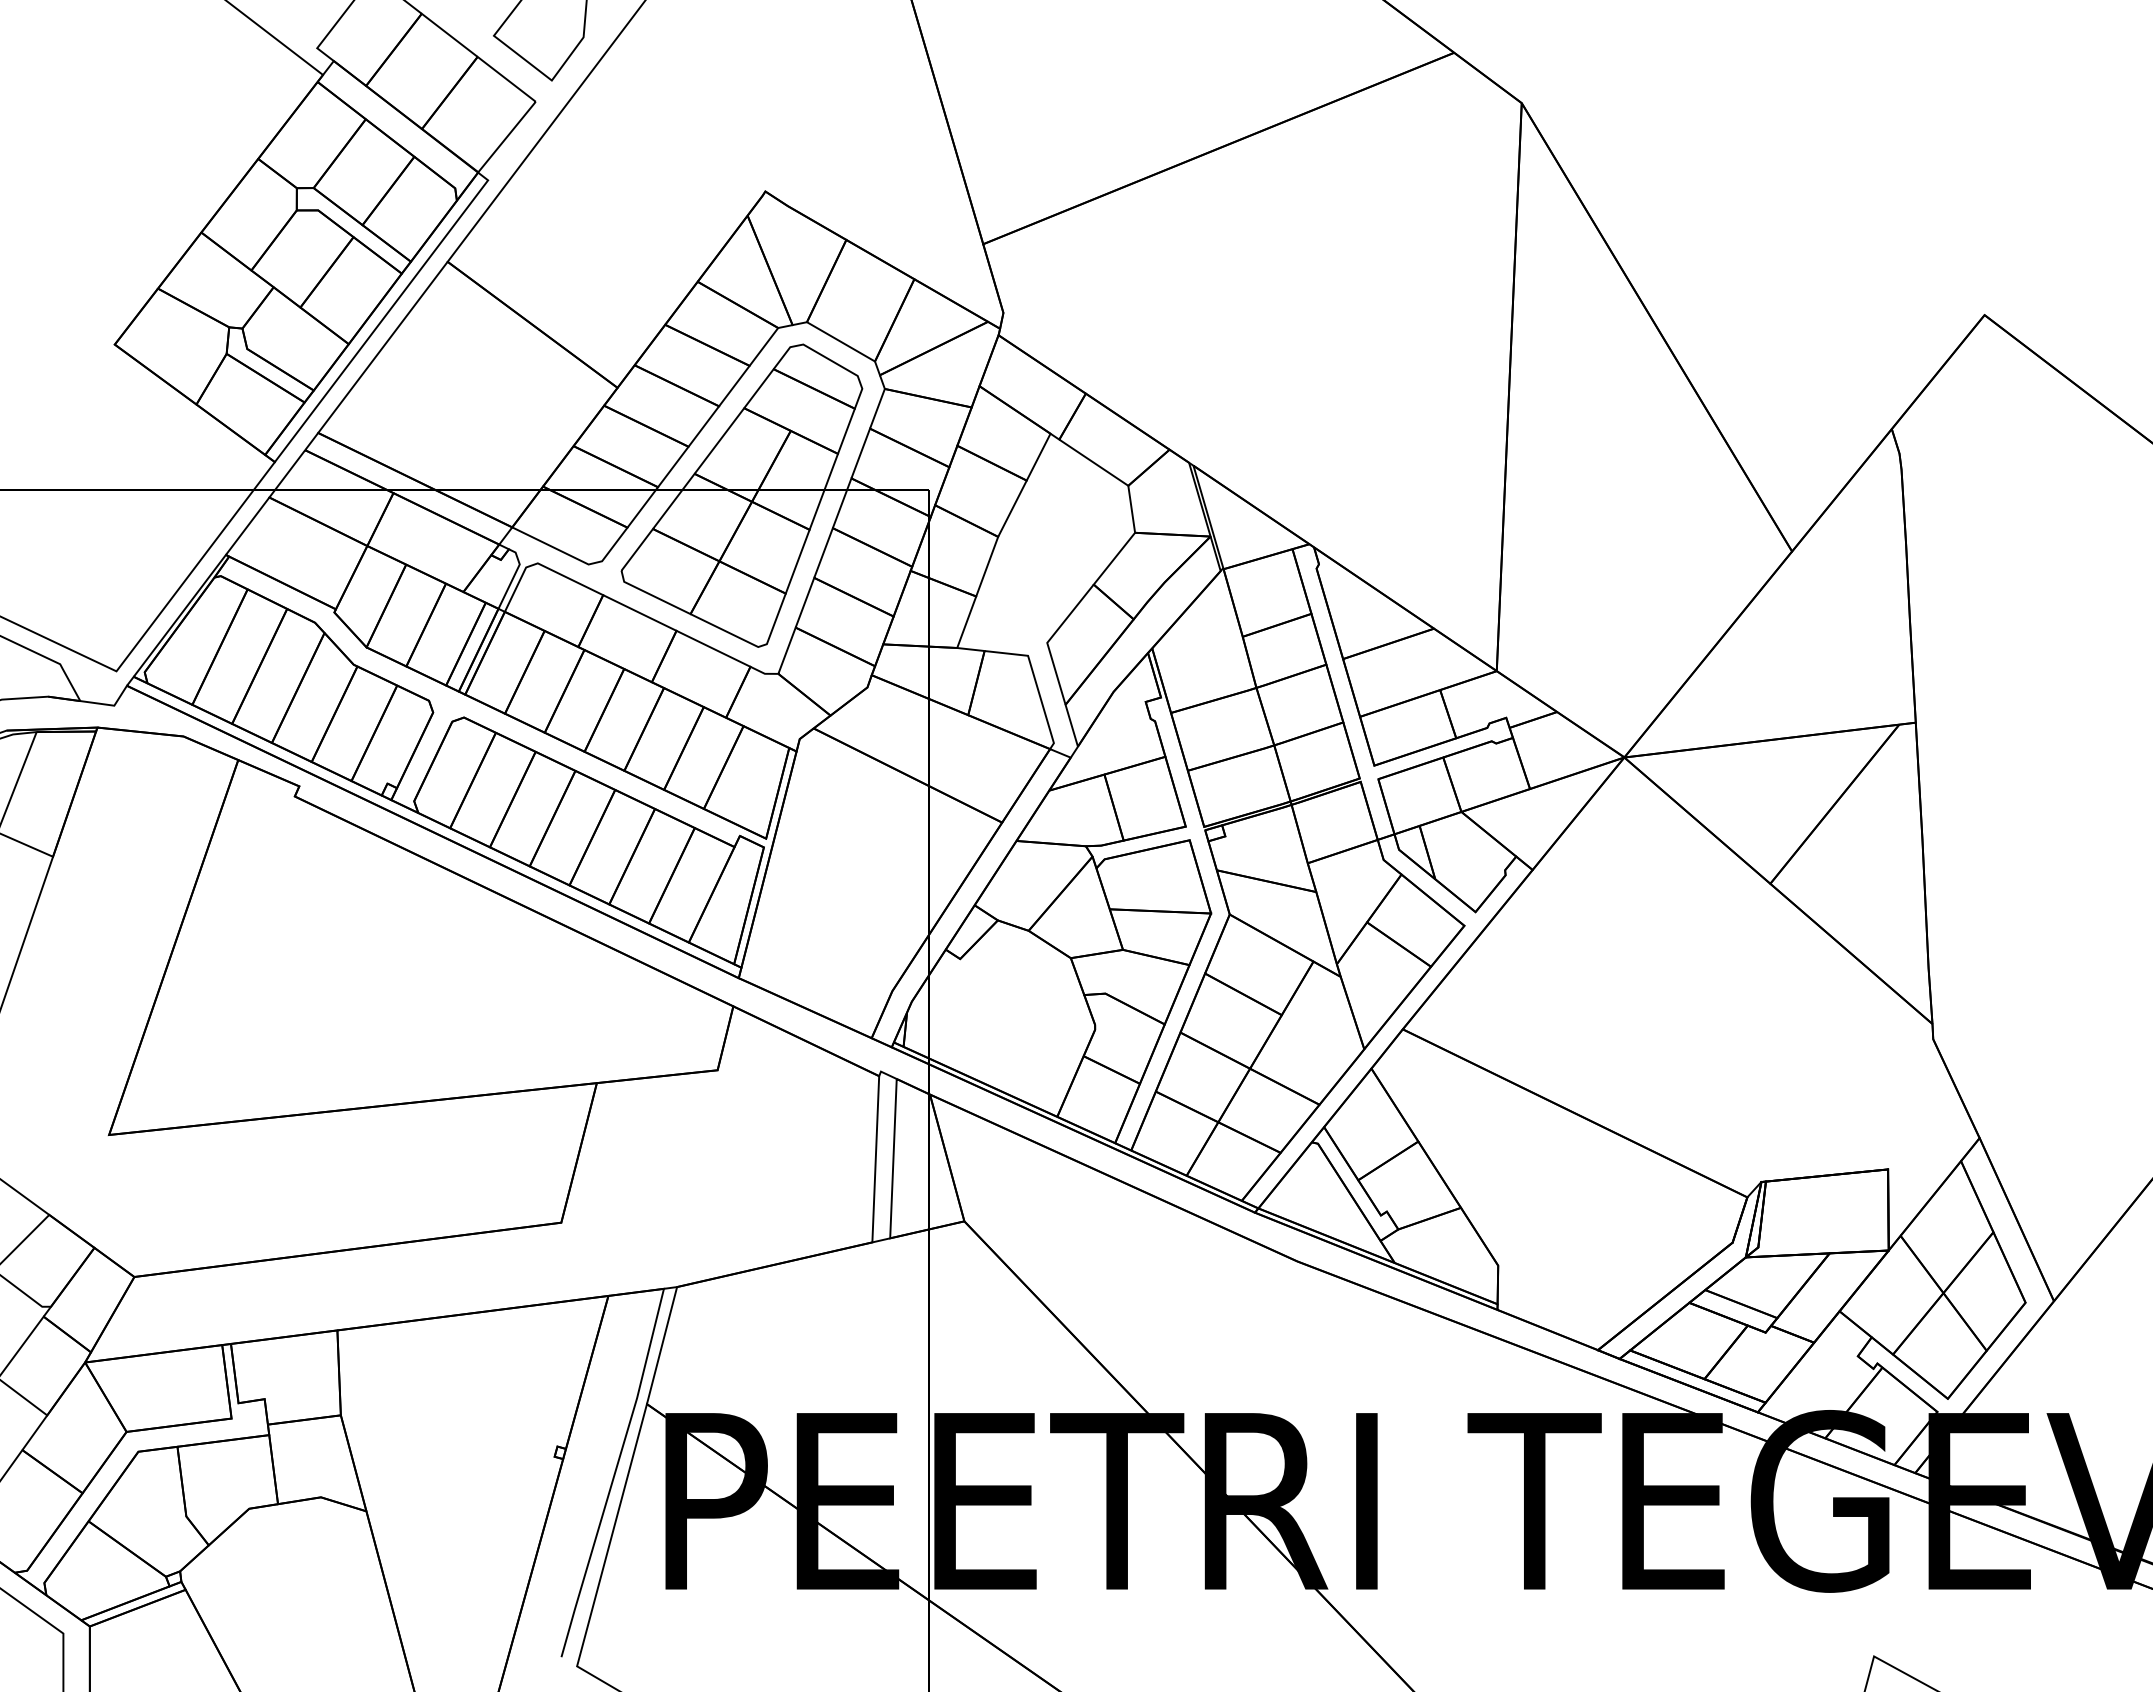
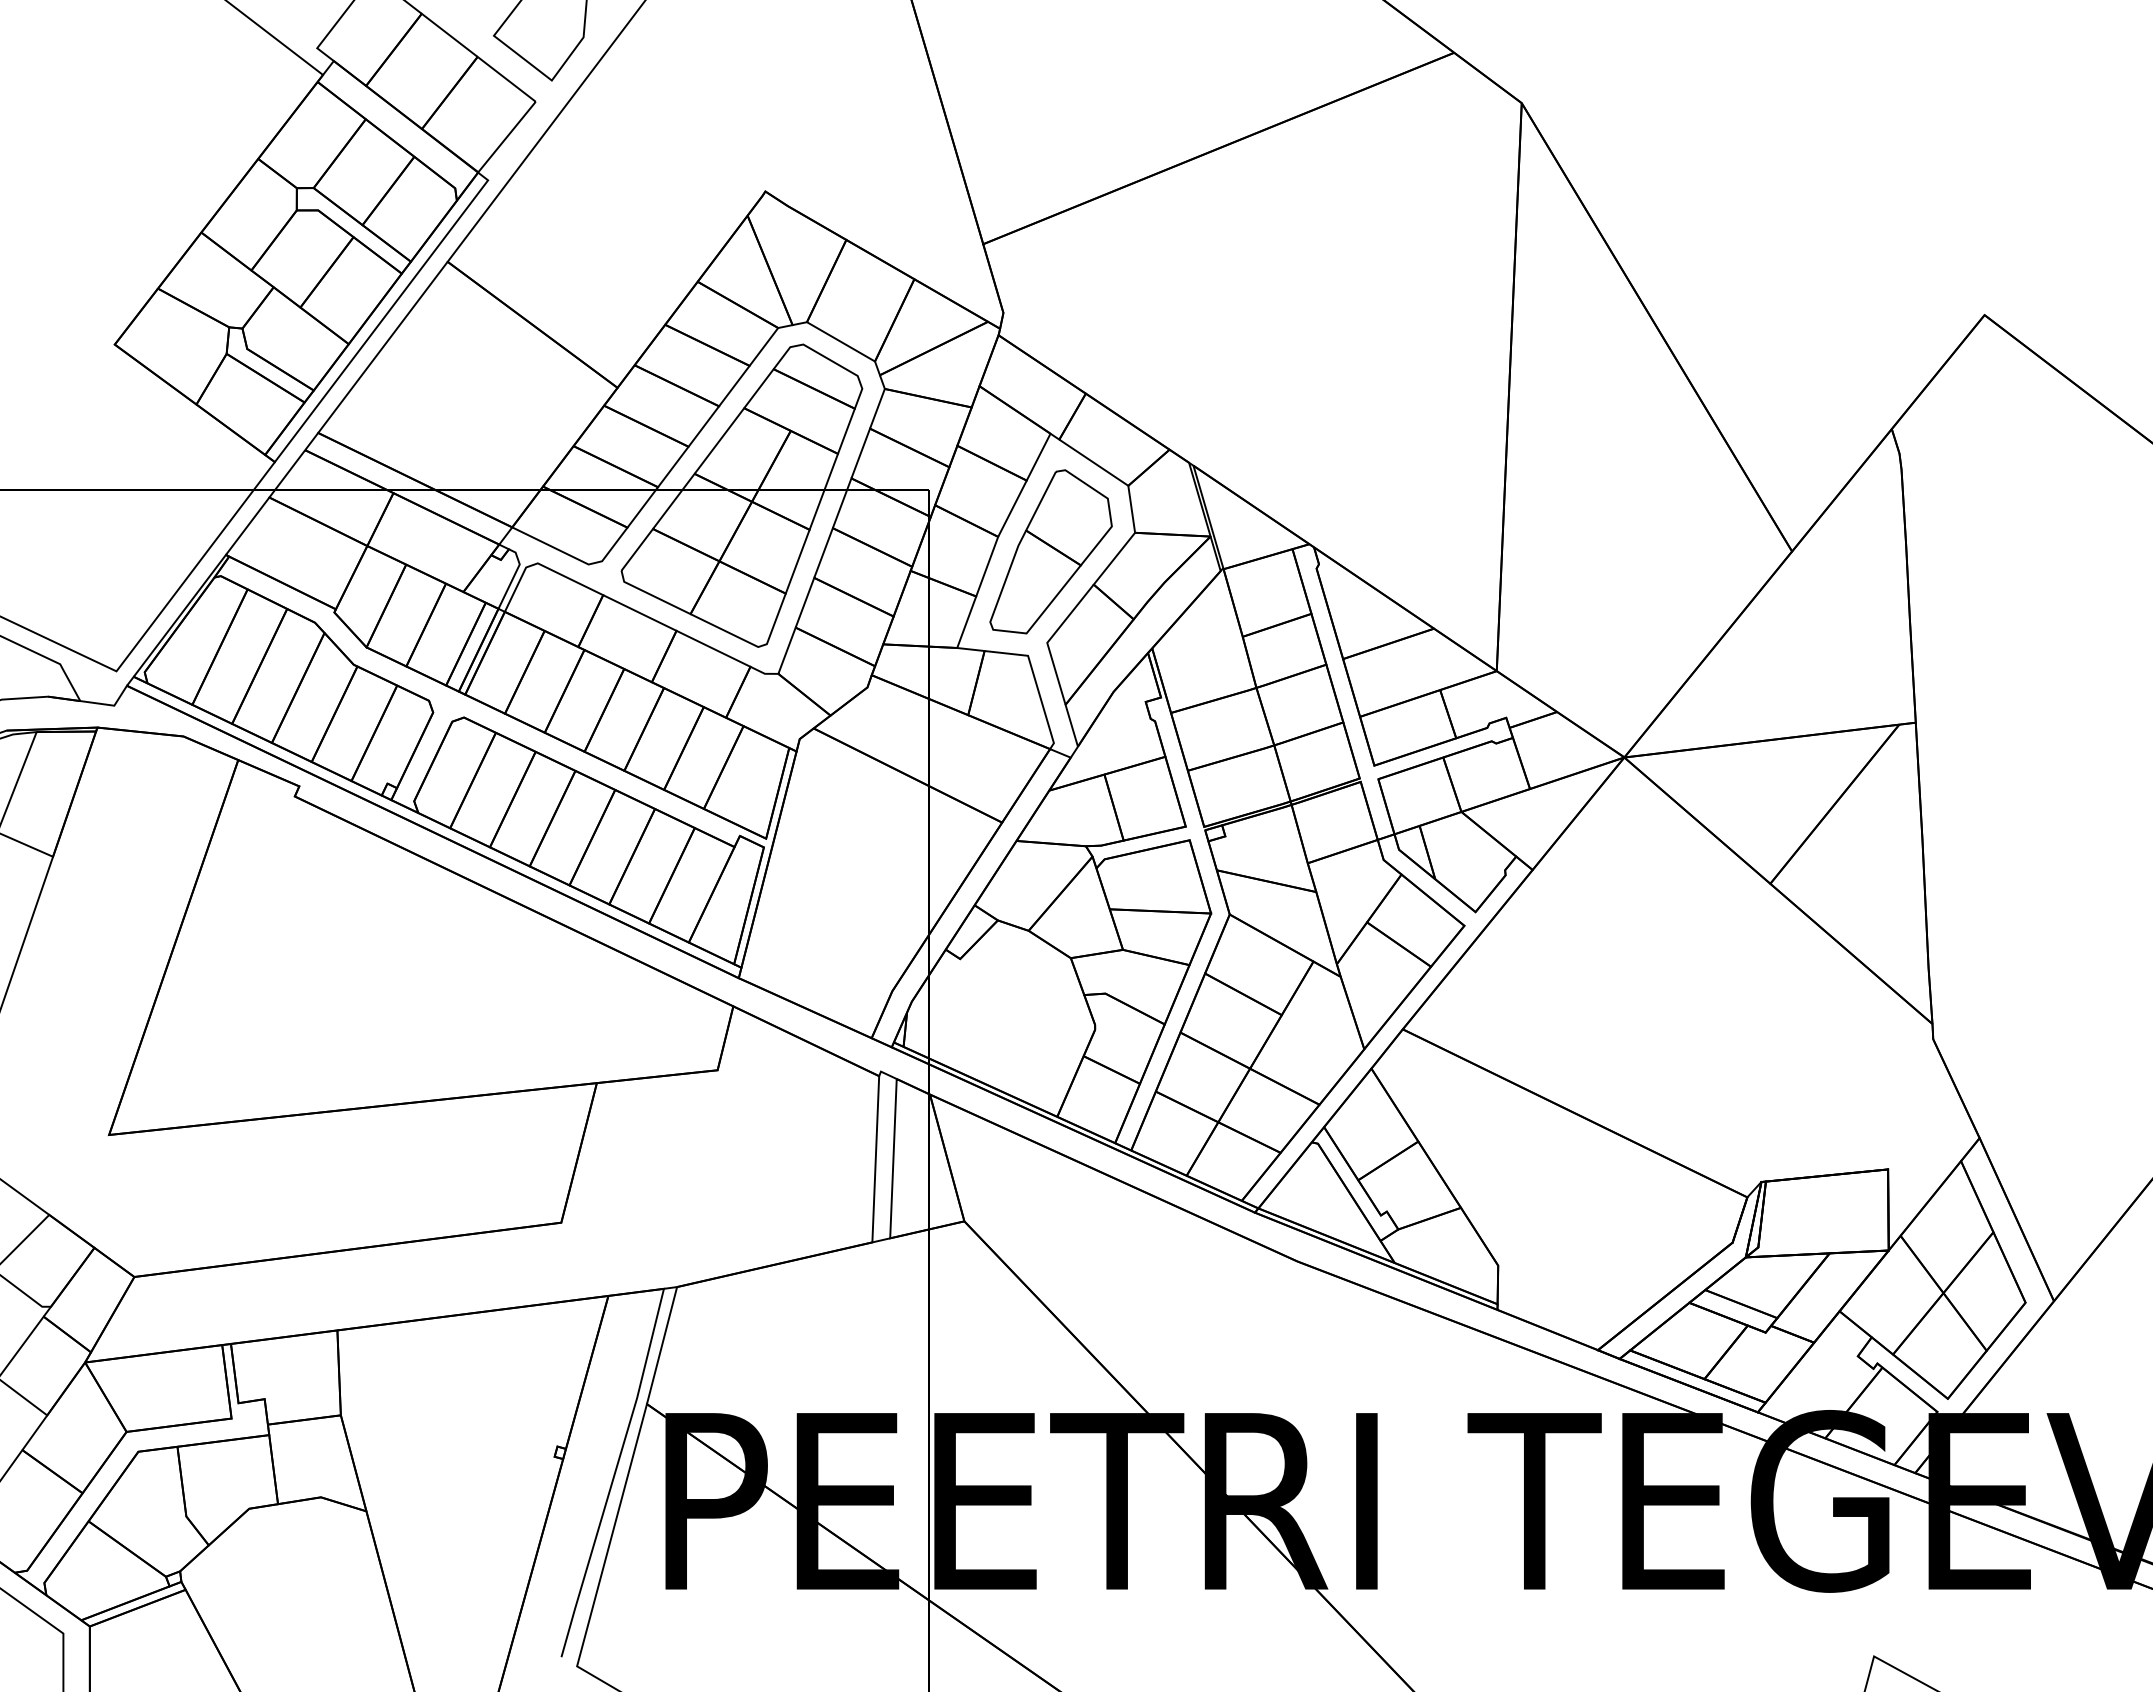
part at (1050, 551): none -> present
